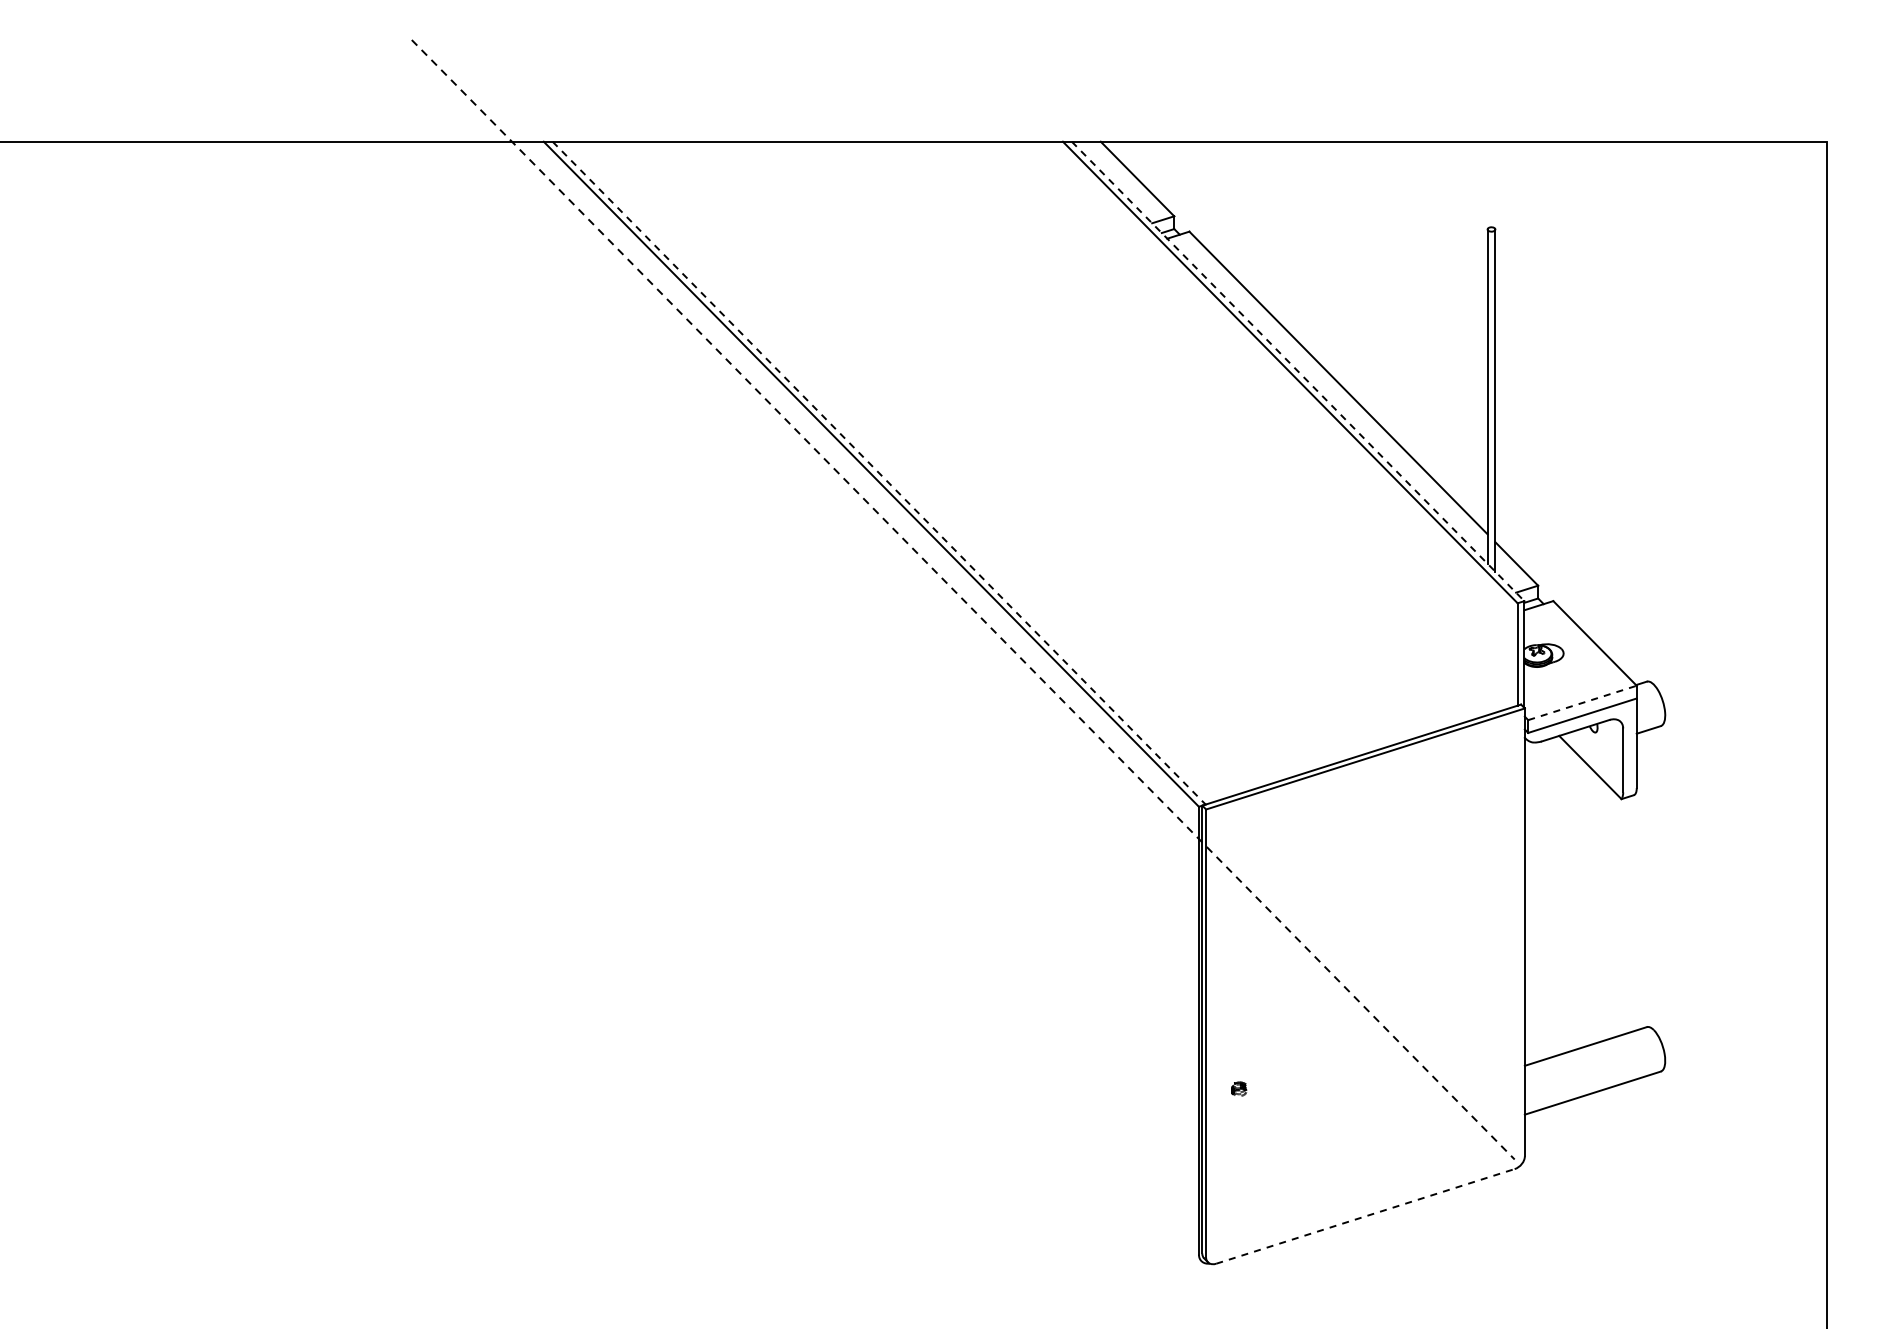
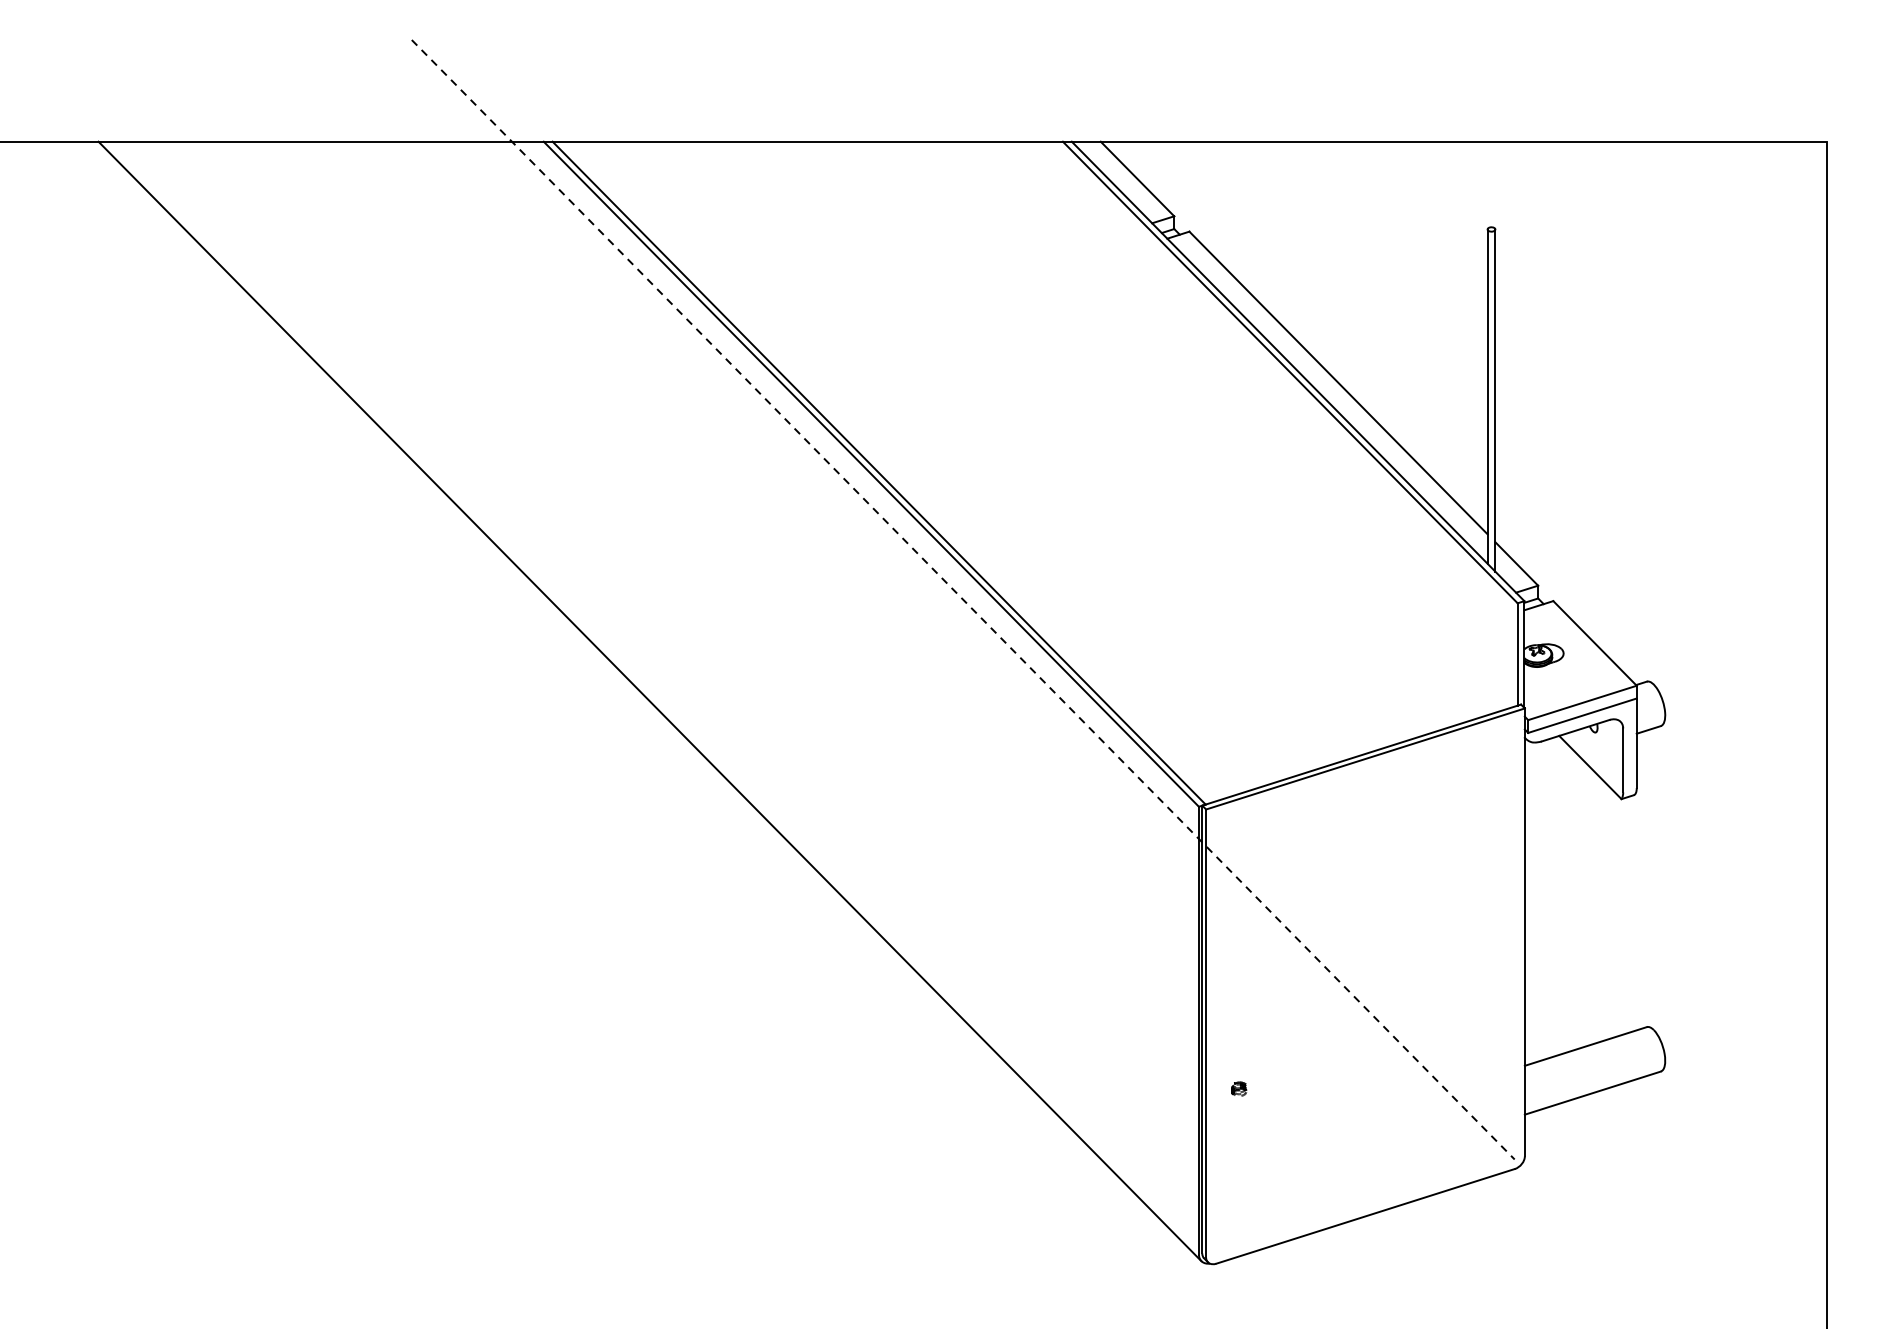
line at (1298, 371): dashed -> solid
line at (879, 473): dashed -> solid
line at (649, 701): none -> present
line at (1582, 702): dashed -> solid
line at (1365, 1216): dashed -> solid
